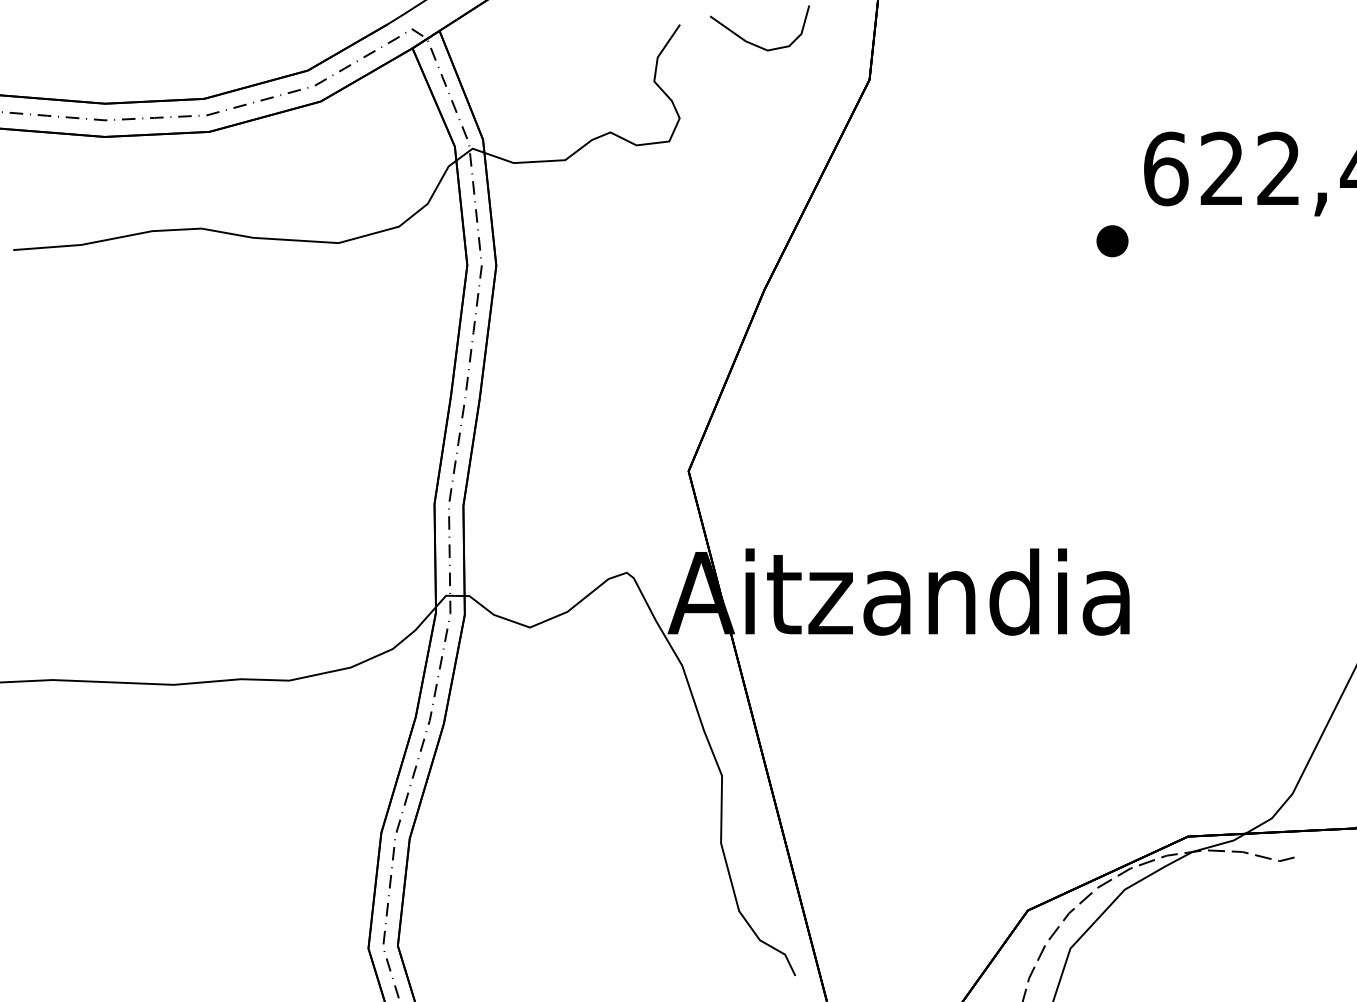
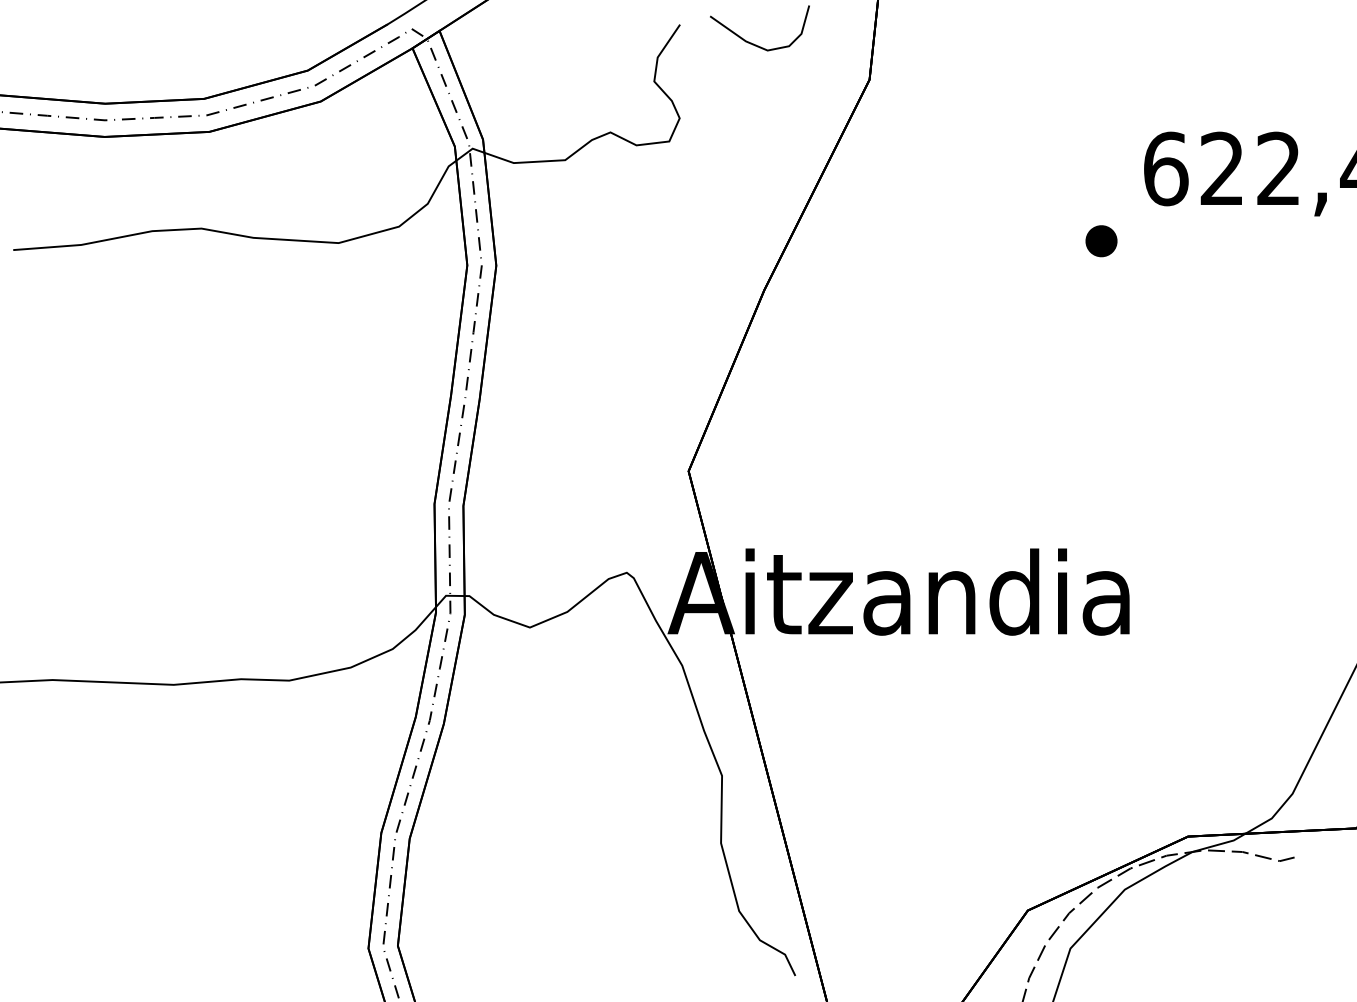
part at (1112, 241) position: (1112, 241) -> (1101, 241)
